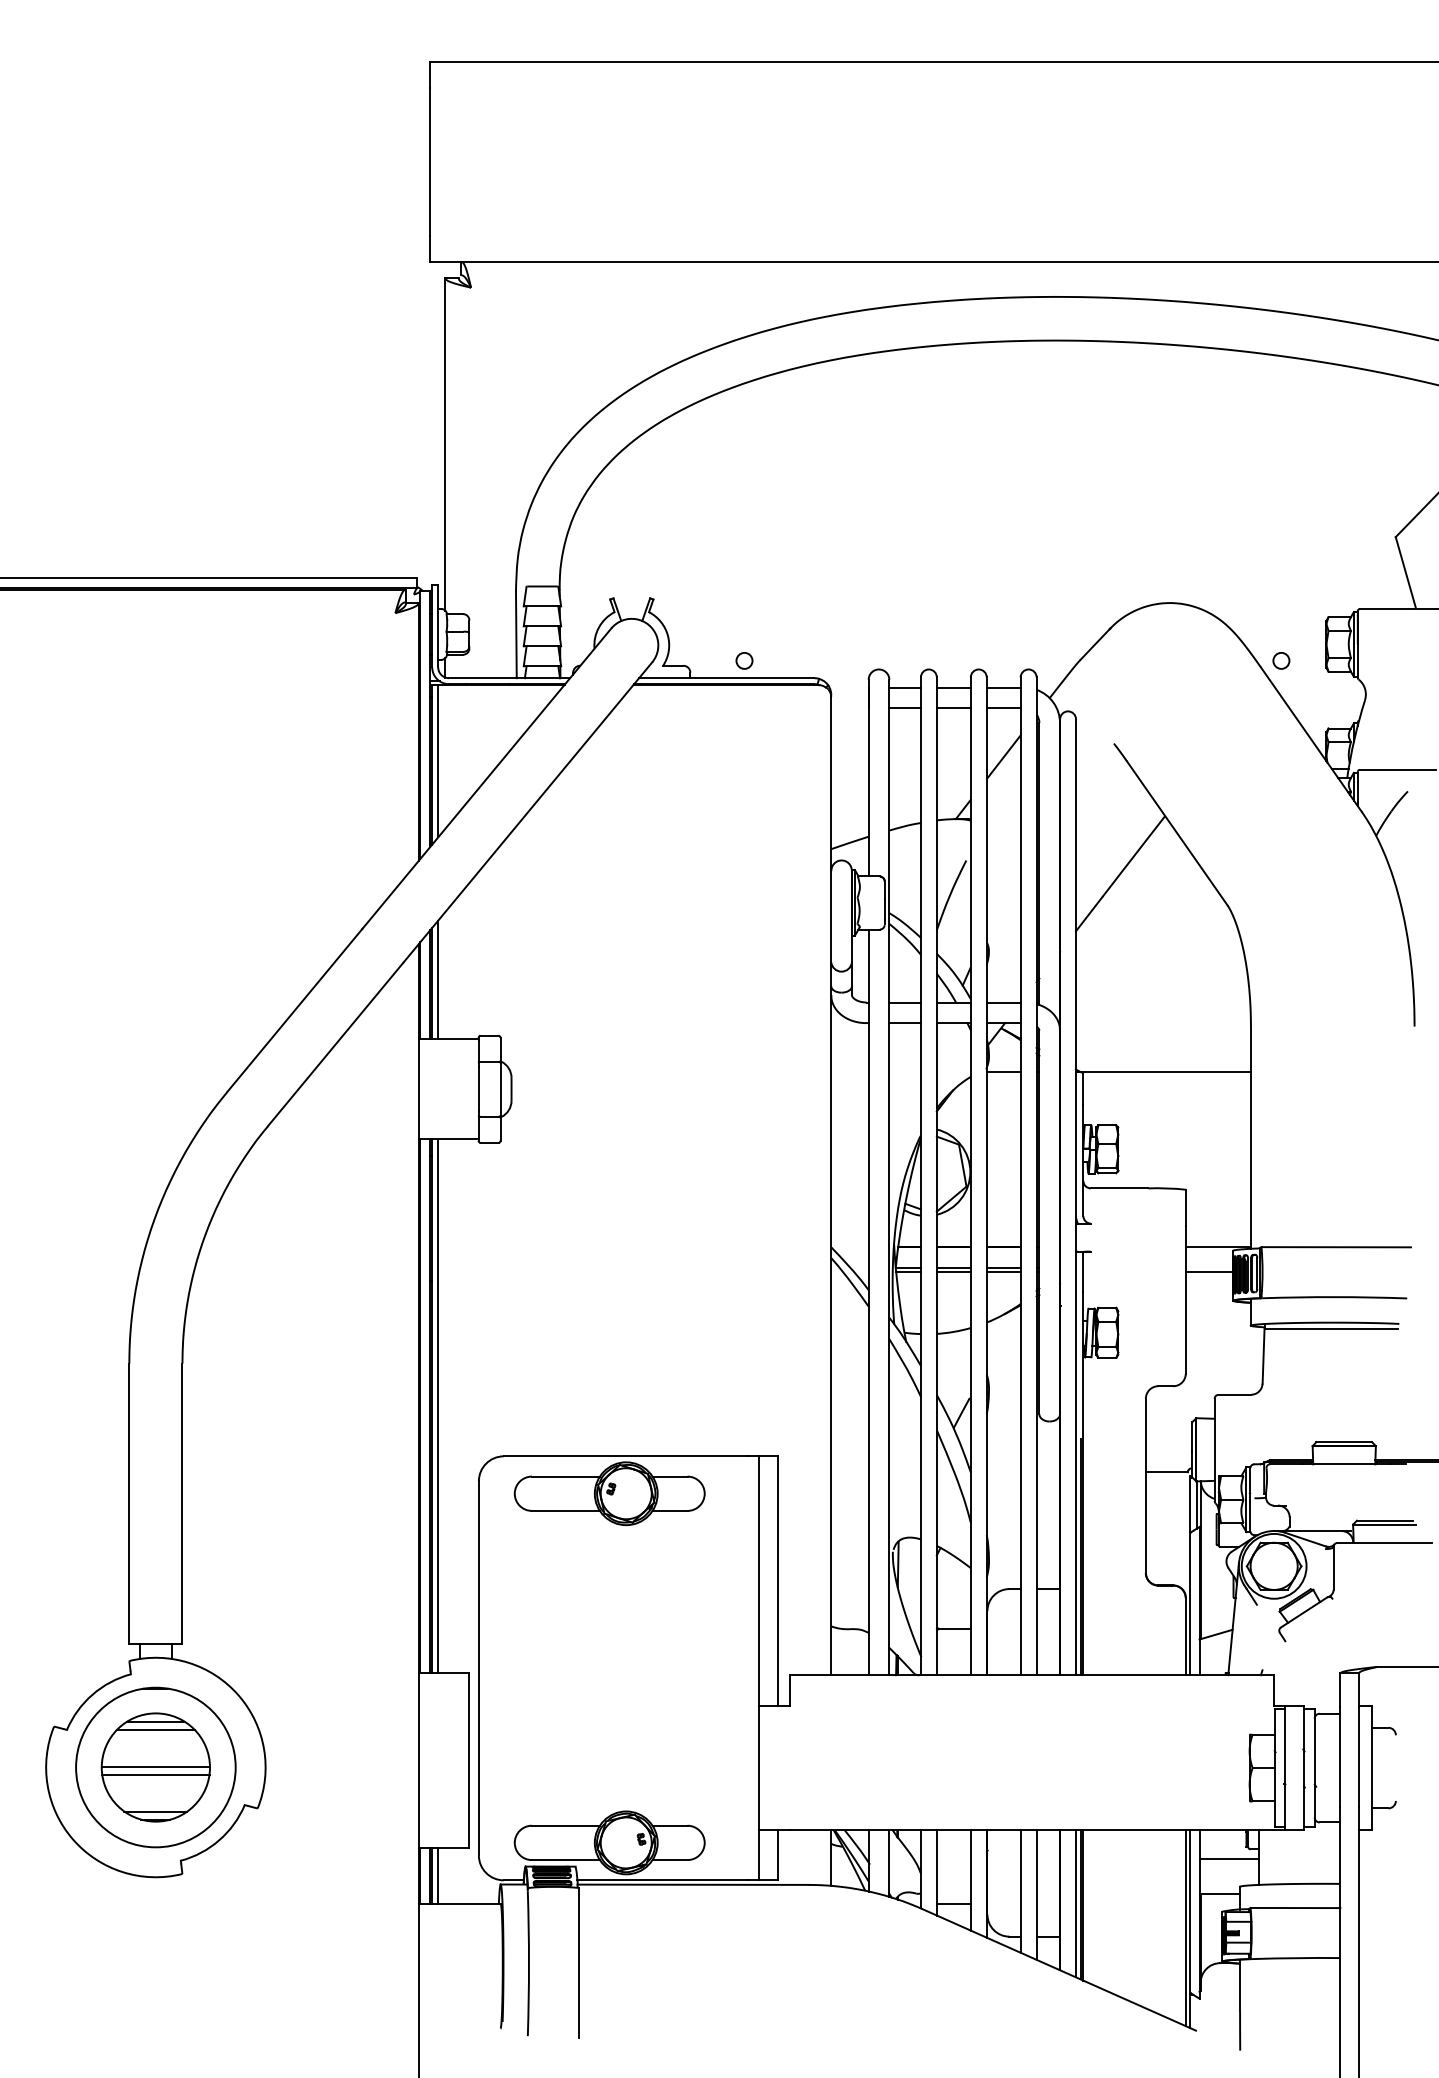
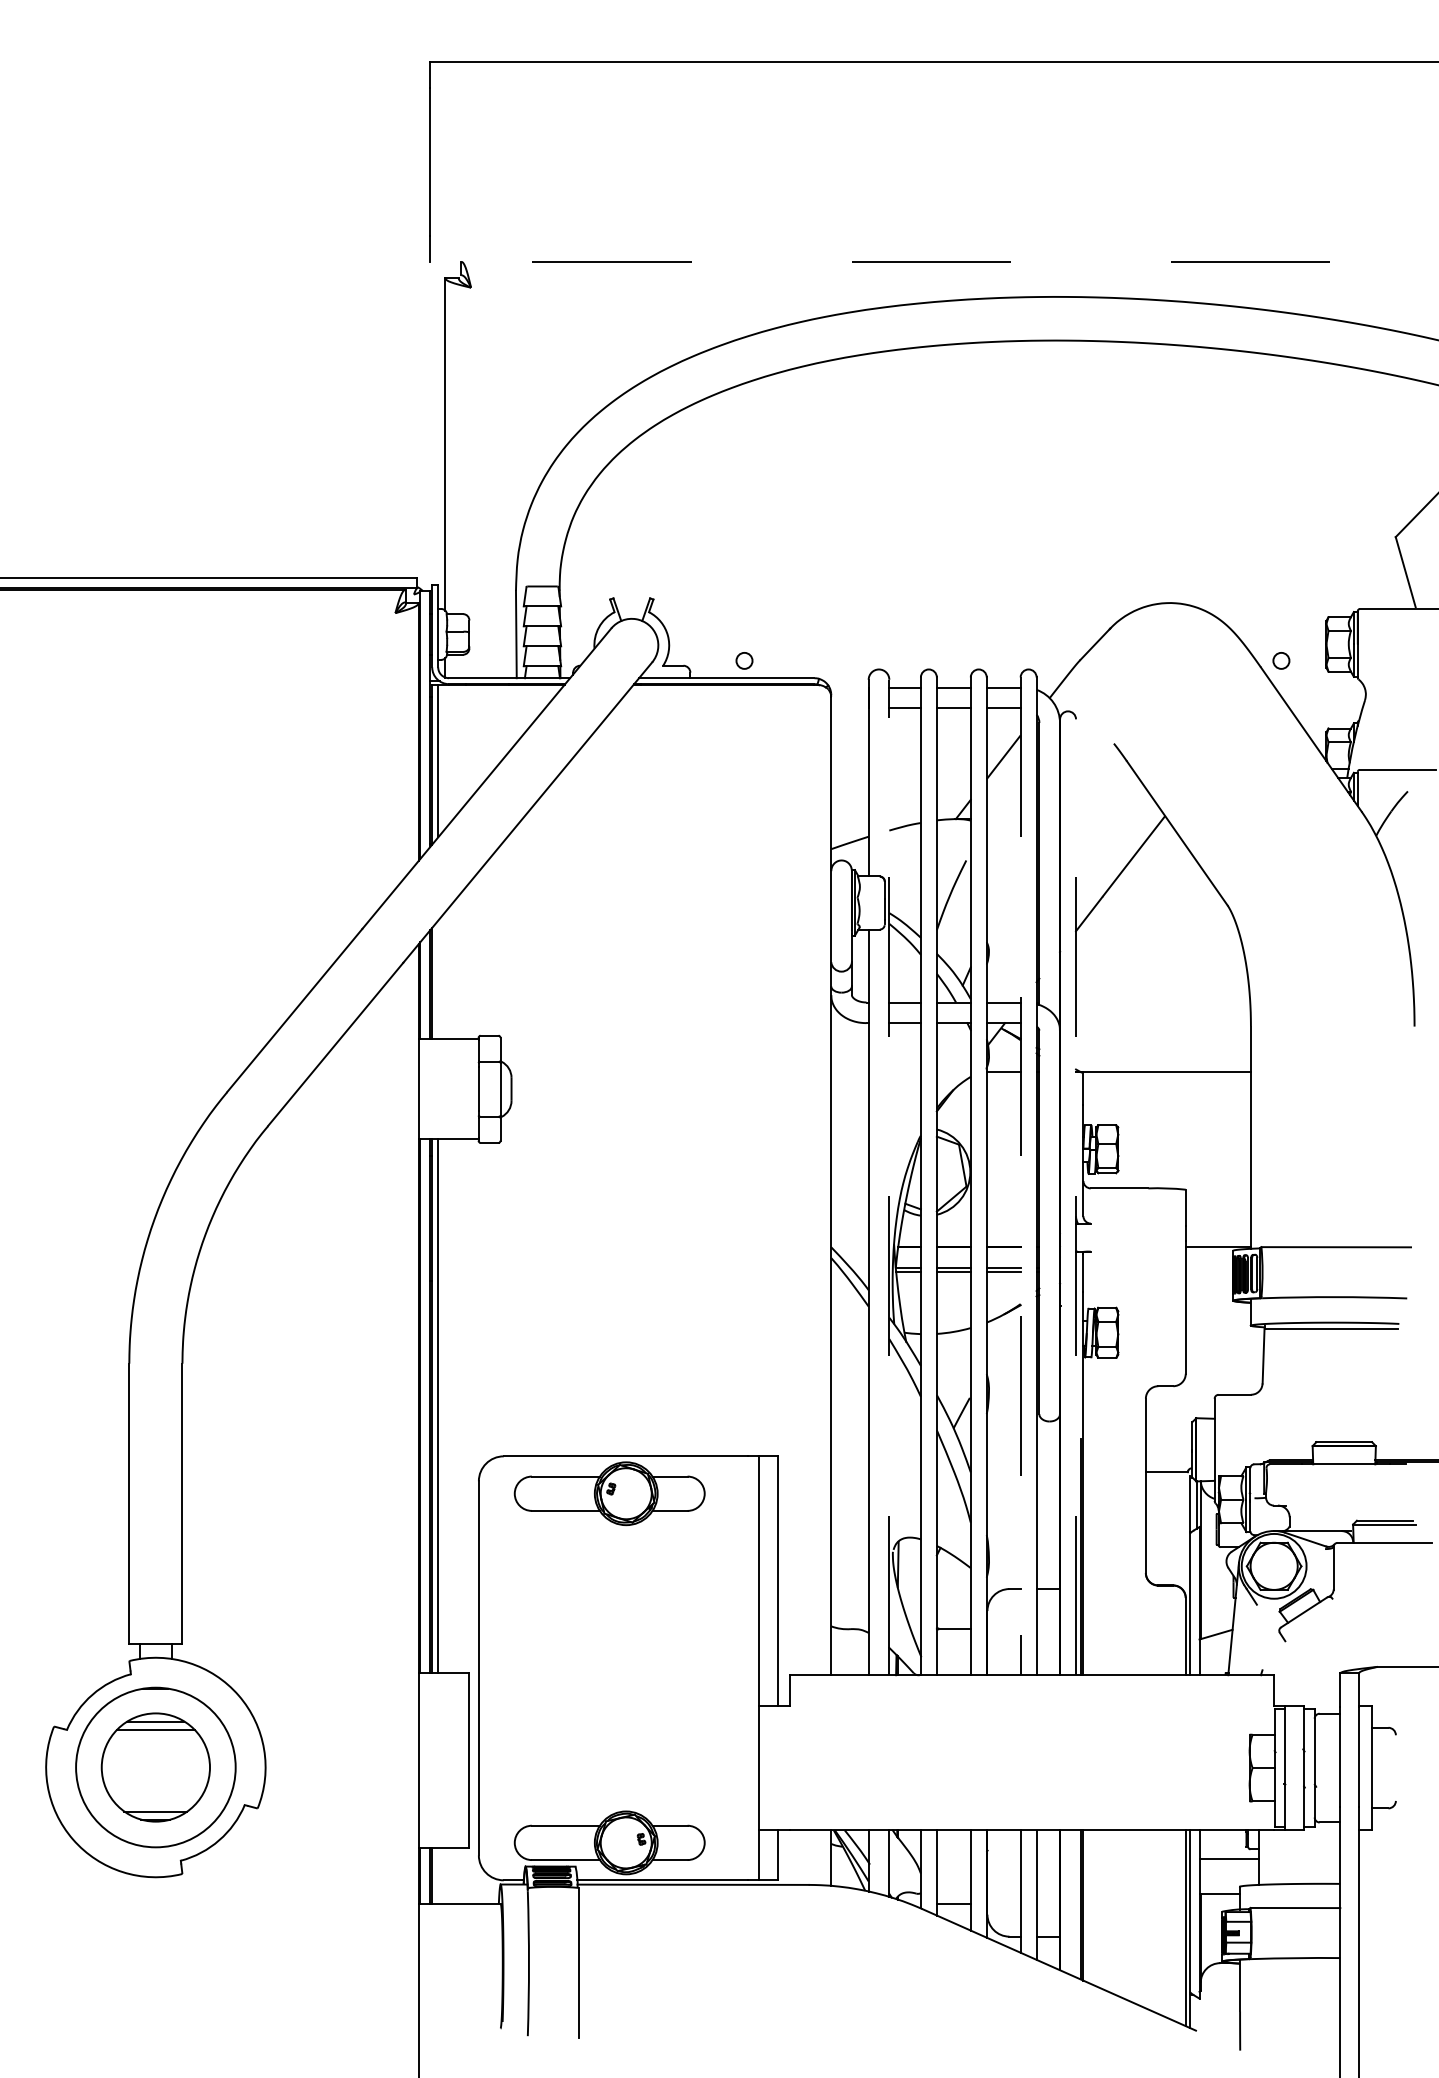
line at (934, 261): solid -> dashed
line at (438, 979): present -> none
line at (1020, 1176): solid -> dashed
line at (889, 1177): solid -> dashed
line at (1076, 1197): solid -> dashed
line at (1209, 1271): present -> none
line at (155, 1766): present -> none
line at (155, 1774): present -> none
line at (438, 1875): present -> none
line at (1076, 1903): present -> none
